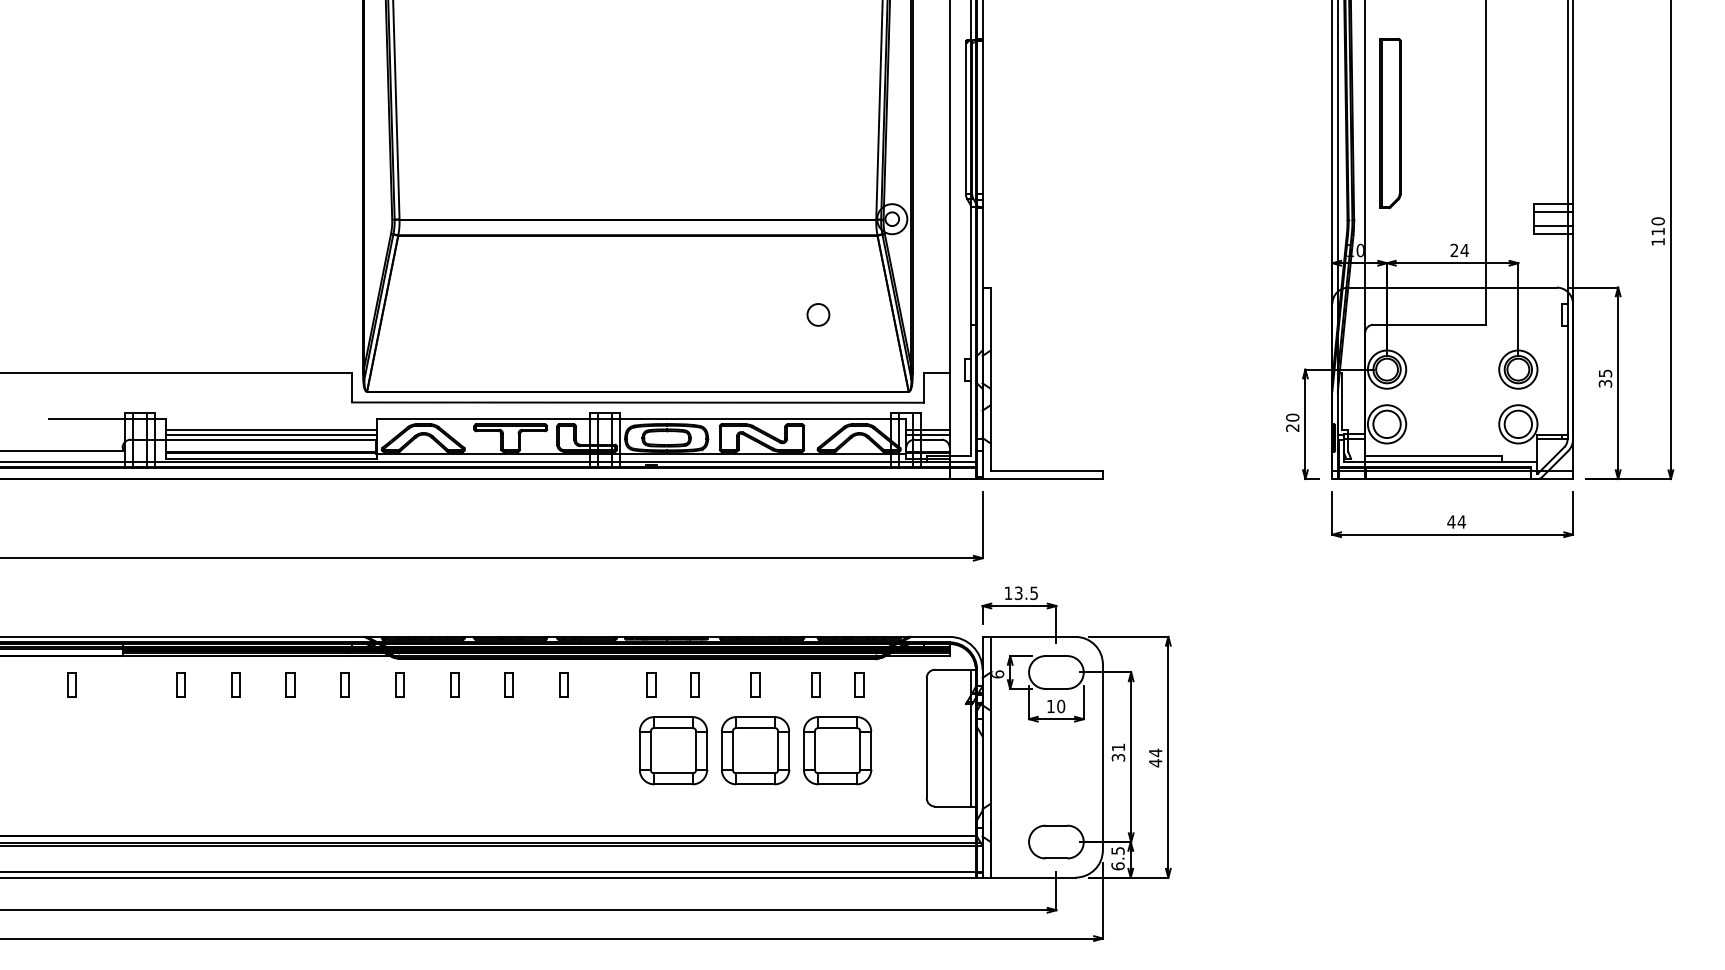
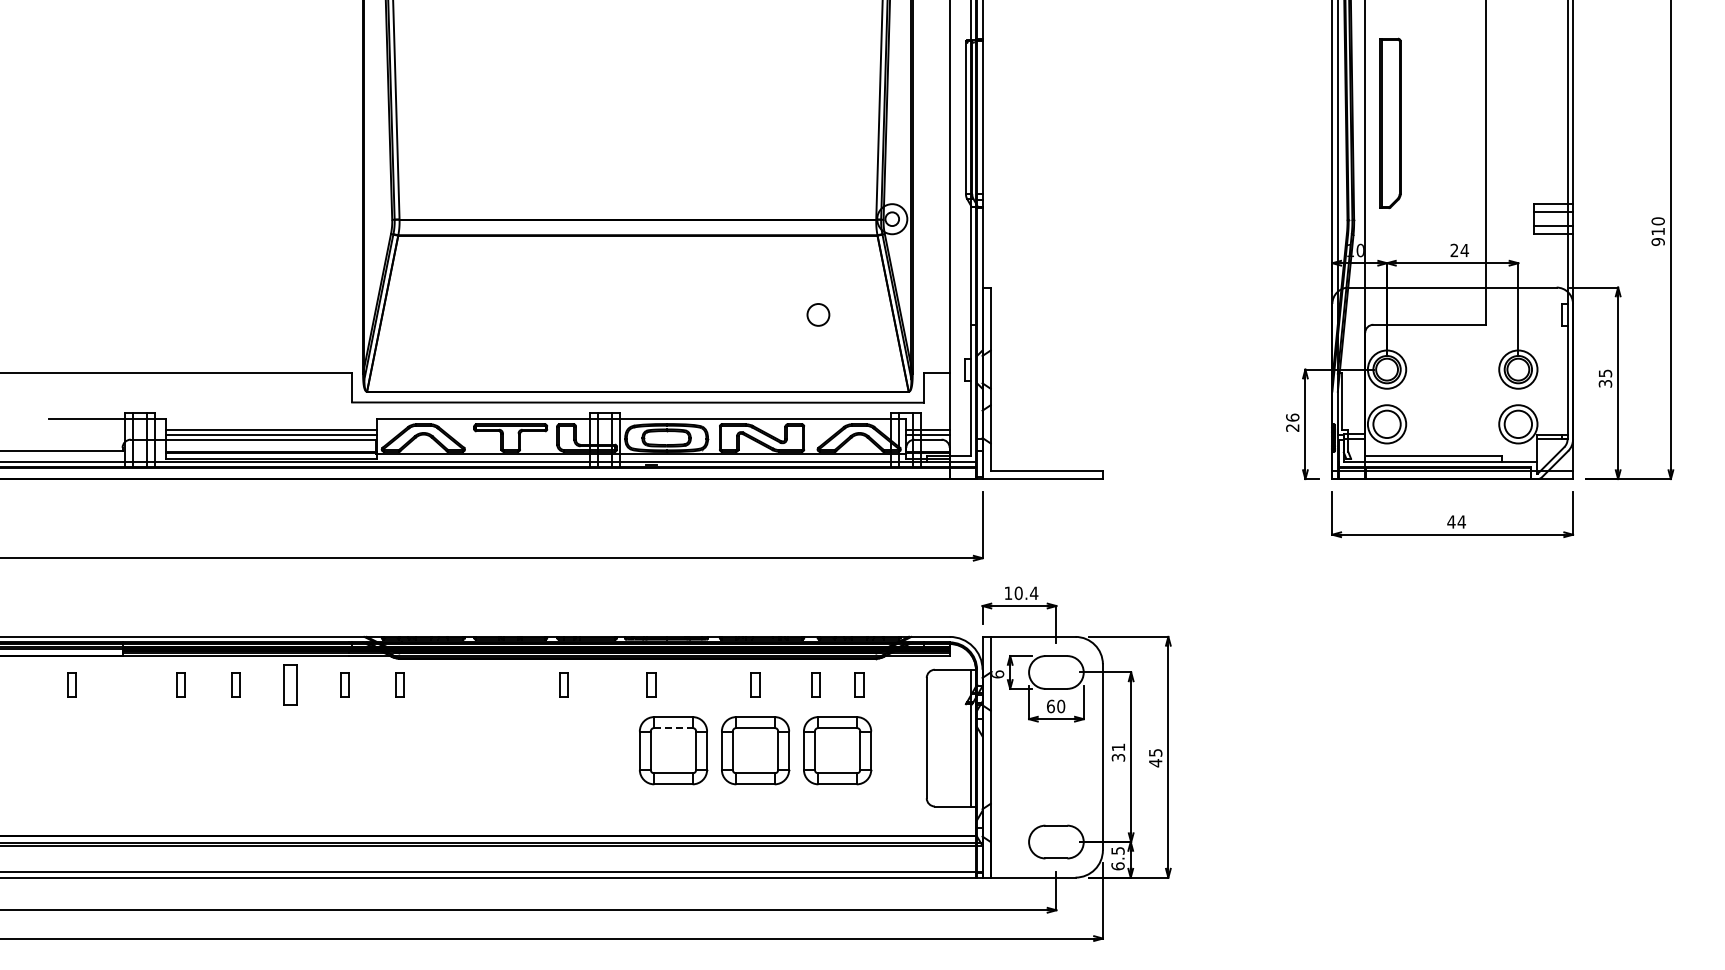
text at (1657, 241): 110 -> 910
text at (1292, 417): 20 -> 26
text at (1026, 593): 13.5 -> 10.4
part at (290, 684) size: 11x26 px -> 15x42 px
part at (454, 684): present -> none
part at (508, 684): present -> none
part at (694, 684): present -> none
text at (1050, 706): 10 -> 60
line at (673, 728): solid -> dashed
text at (1155, 752): 44 -> 45
